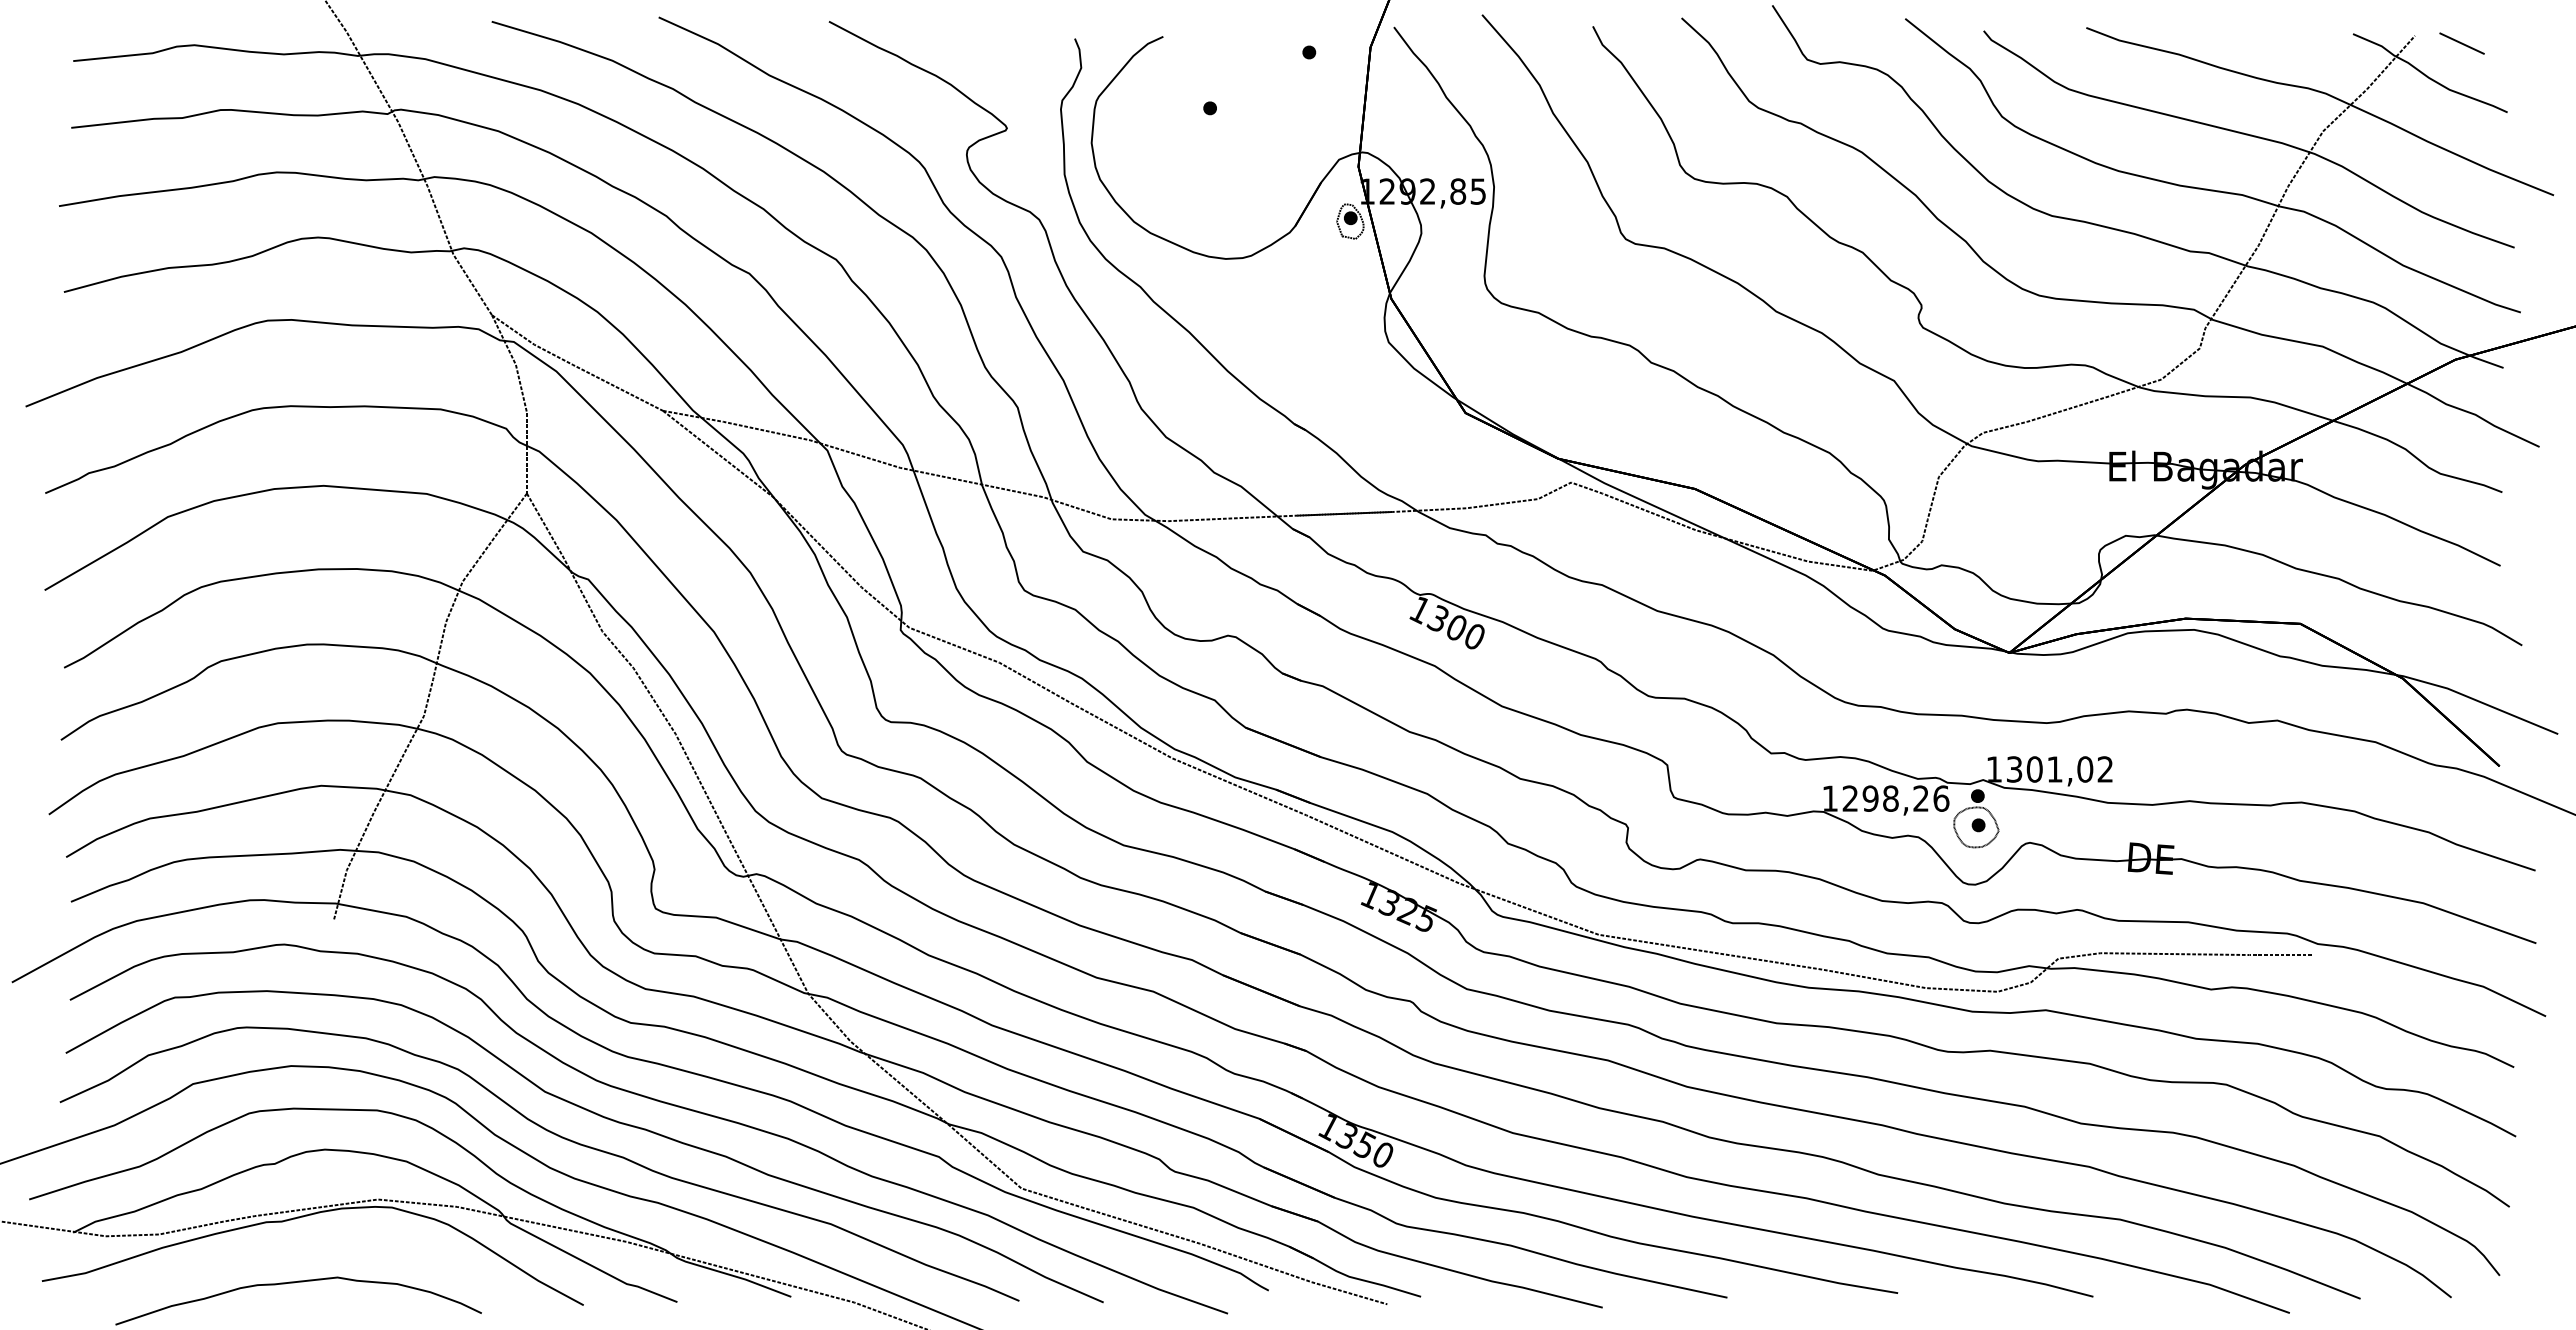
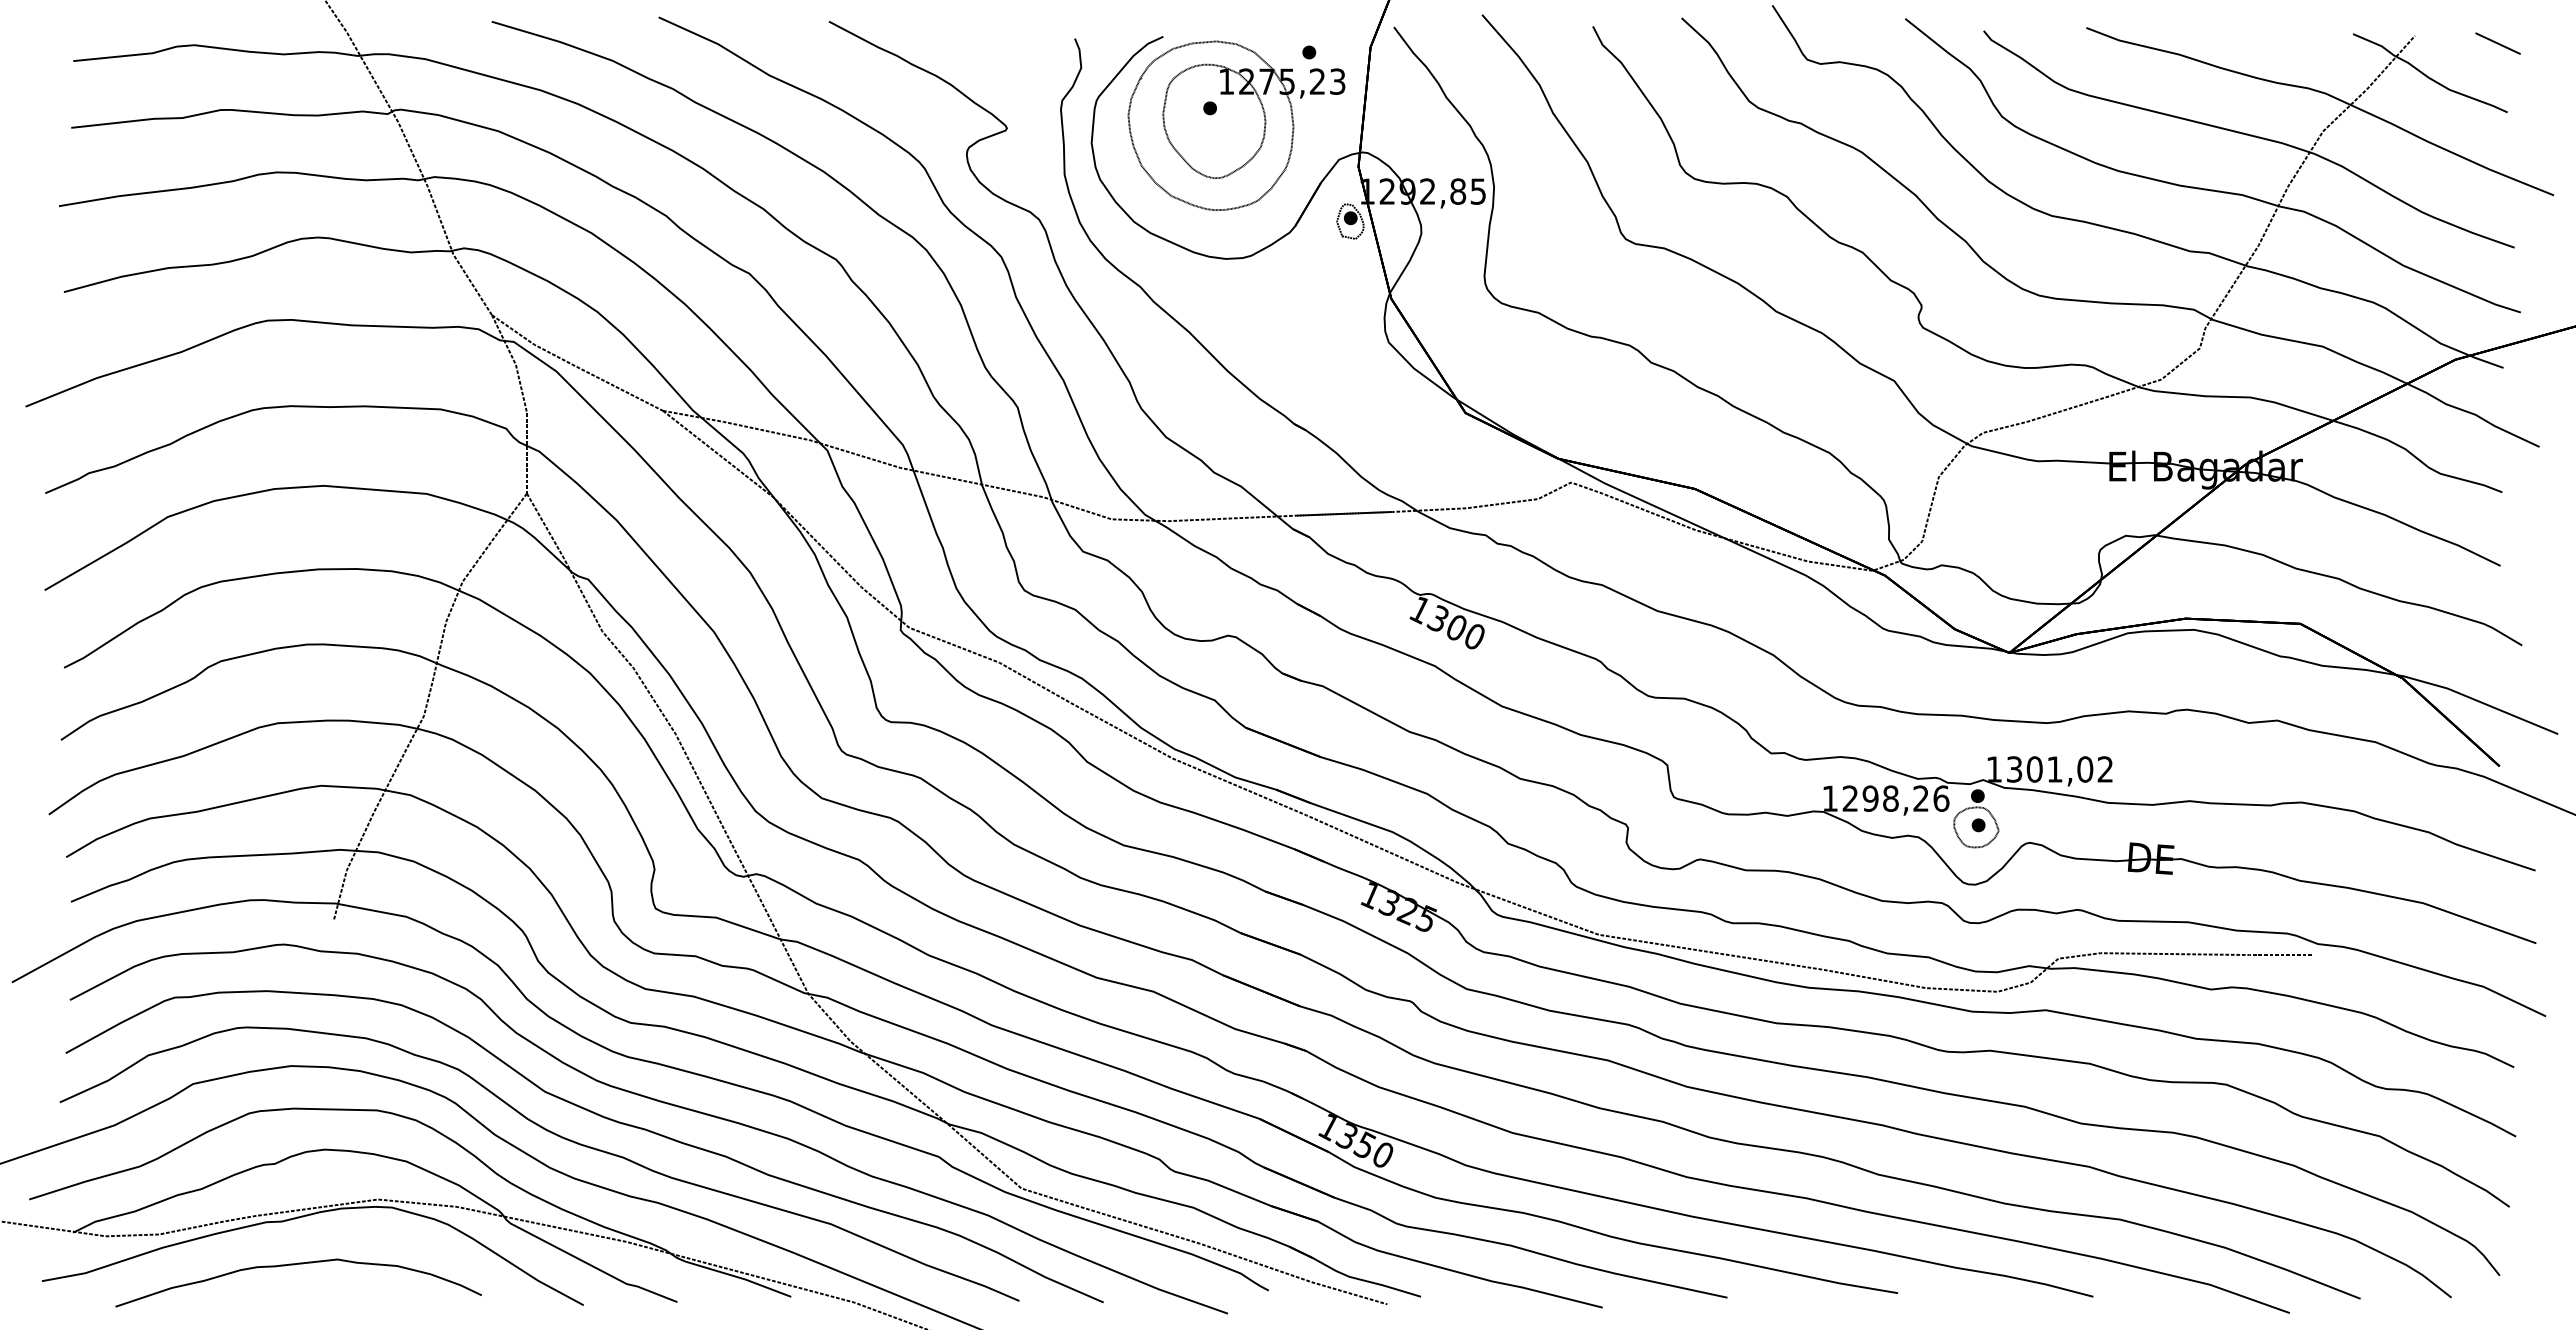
line at (2461, 43) position: (2461, 43) -> (2497, 43)
part at (1236, 125): none -> present
curve at (294, 1283) position: (294, 1283) -> (294, 1265)
